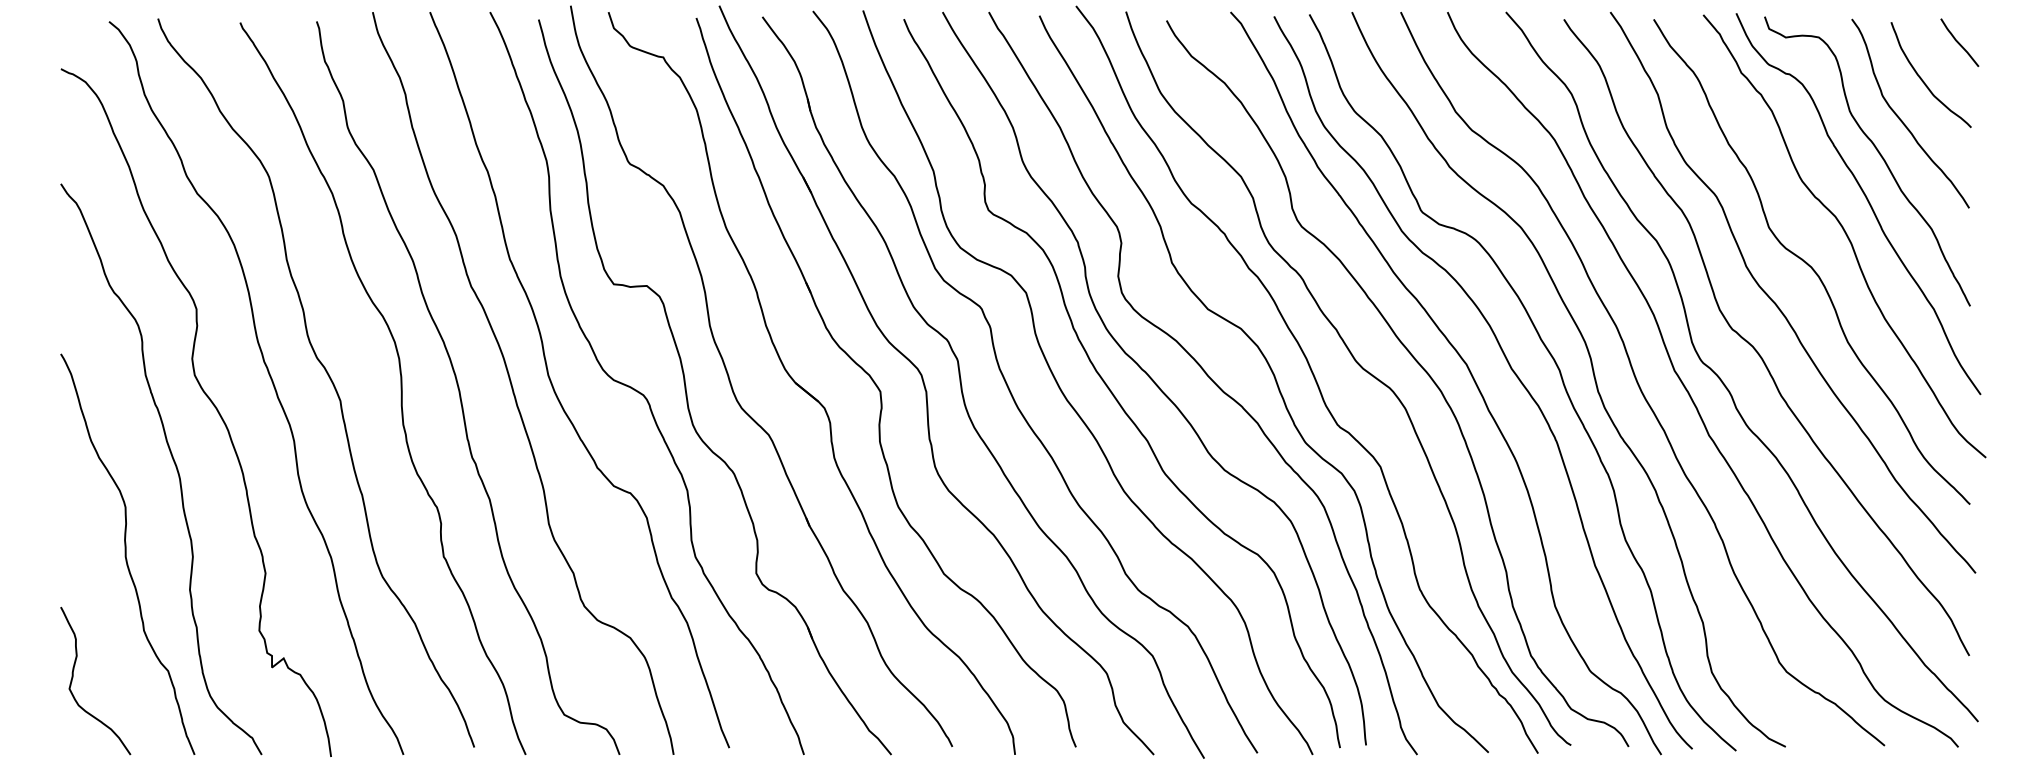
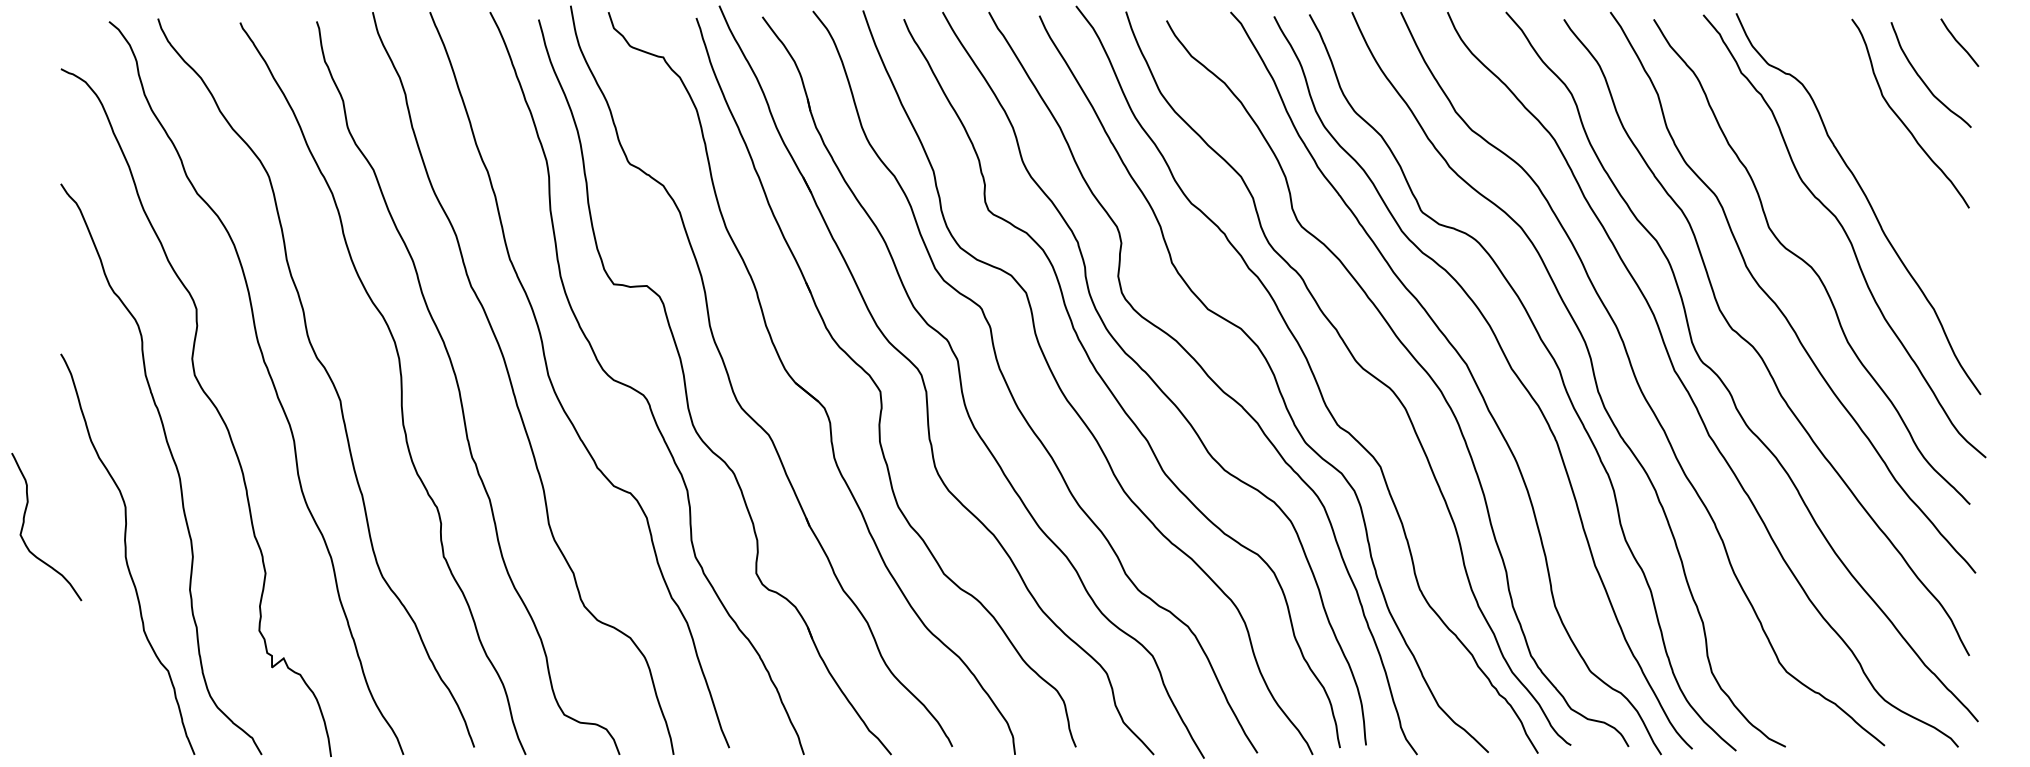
curve at (1878, 153): present -> none
curve at (73, 677) position: (73, 677) -> (24, 523)
